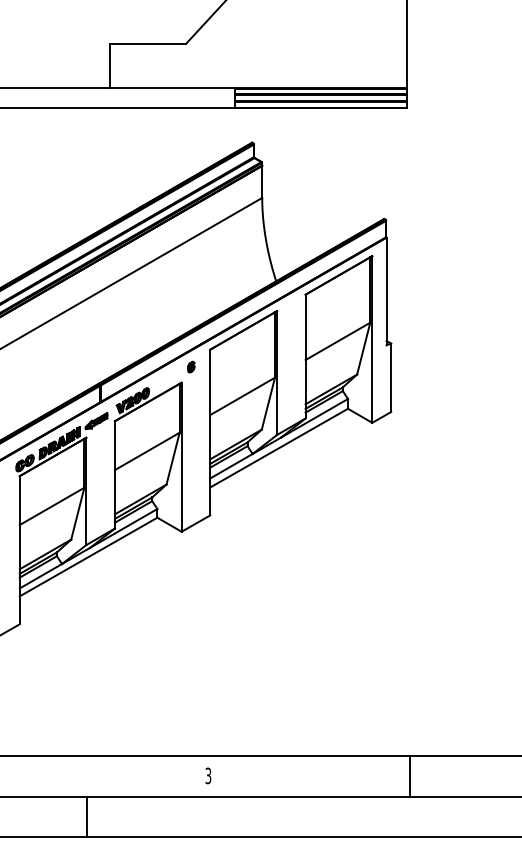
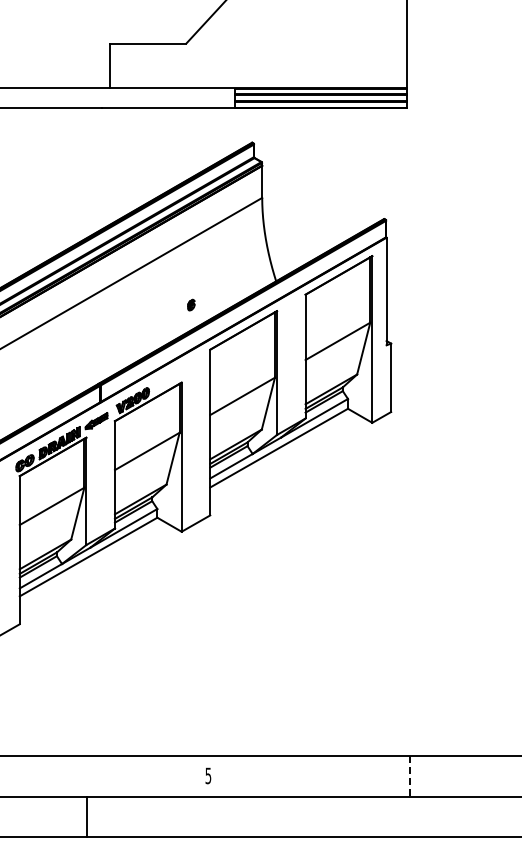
part at (191, 366) position: (191, 366) -> (191, 304)
text at (208, 774): 3 -> 5
line at (410, 776): solid -> dashed
